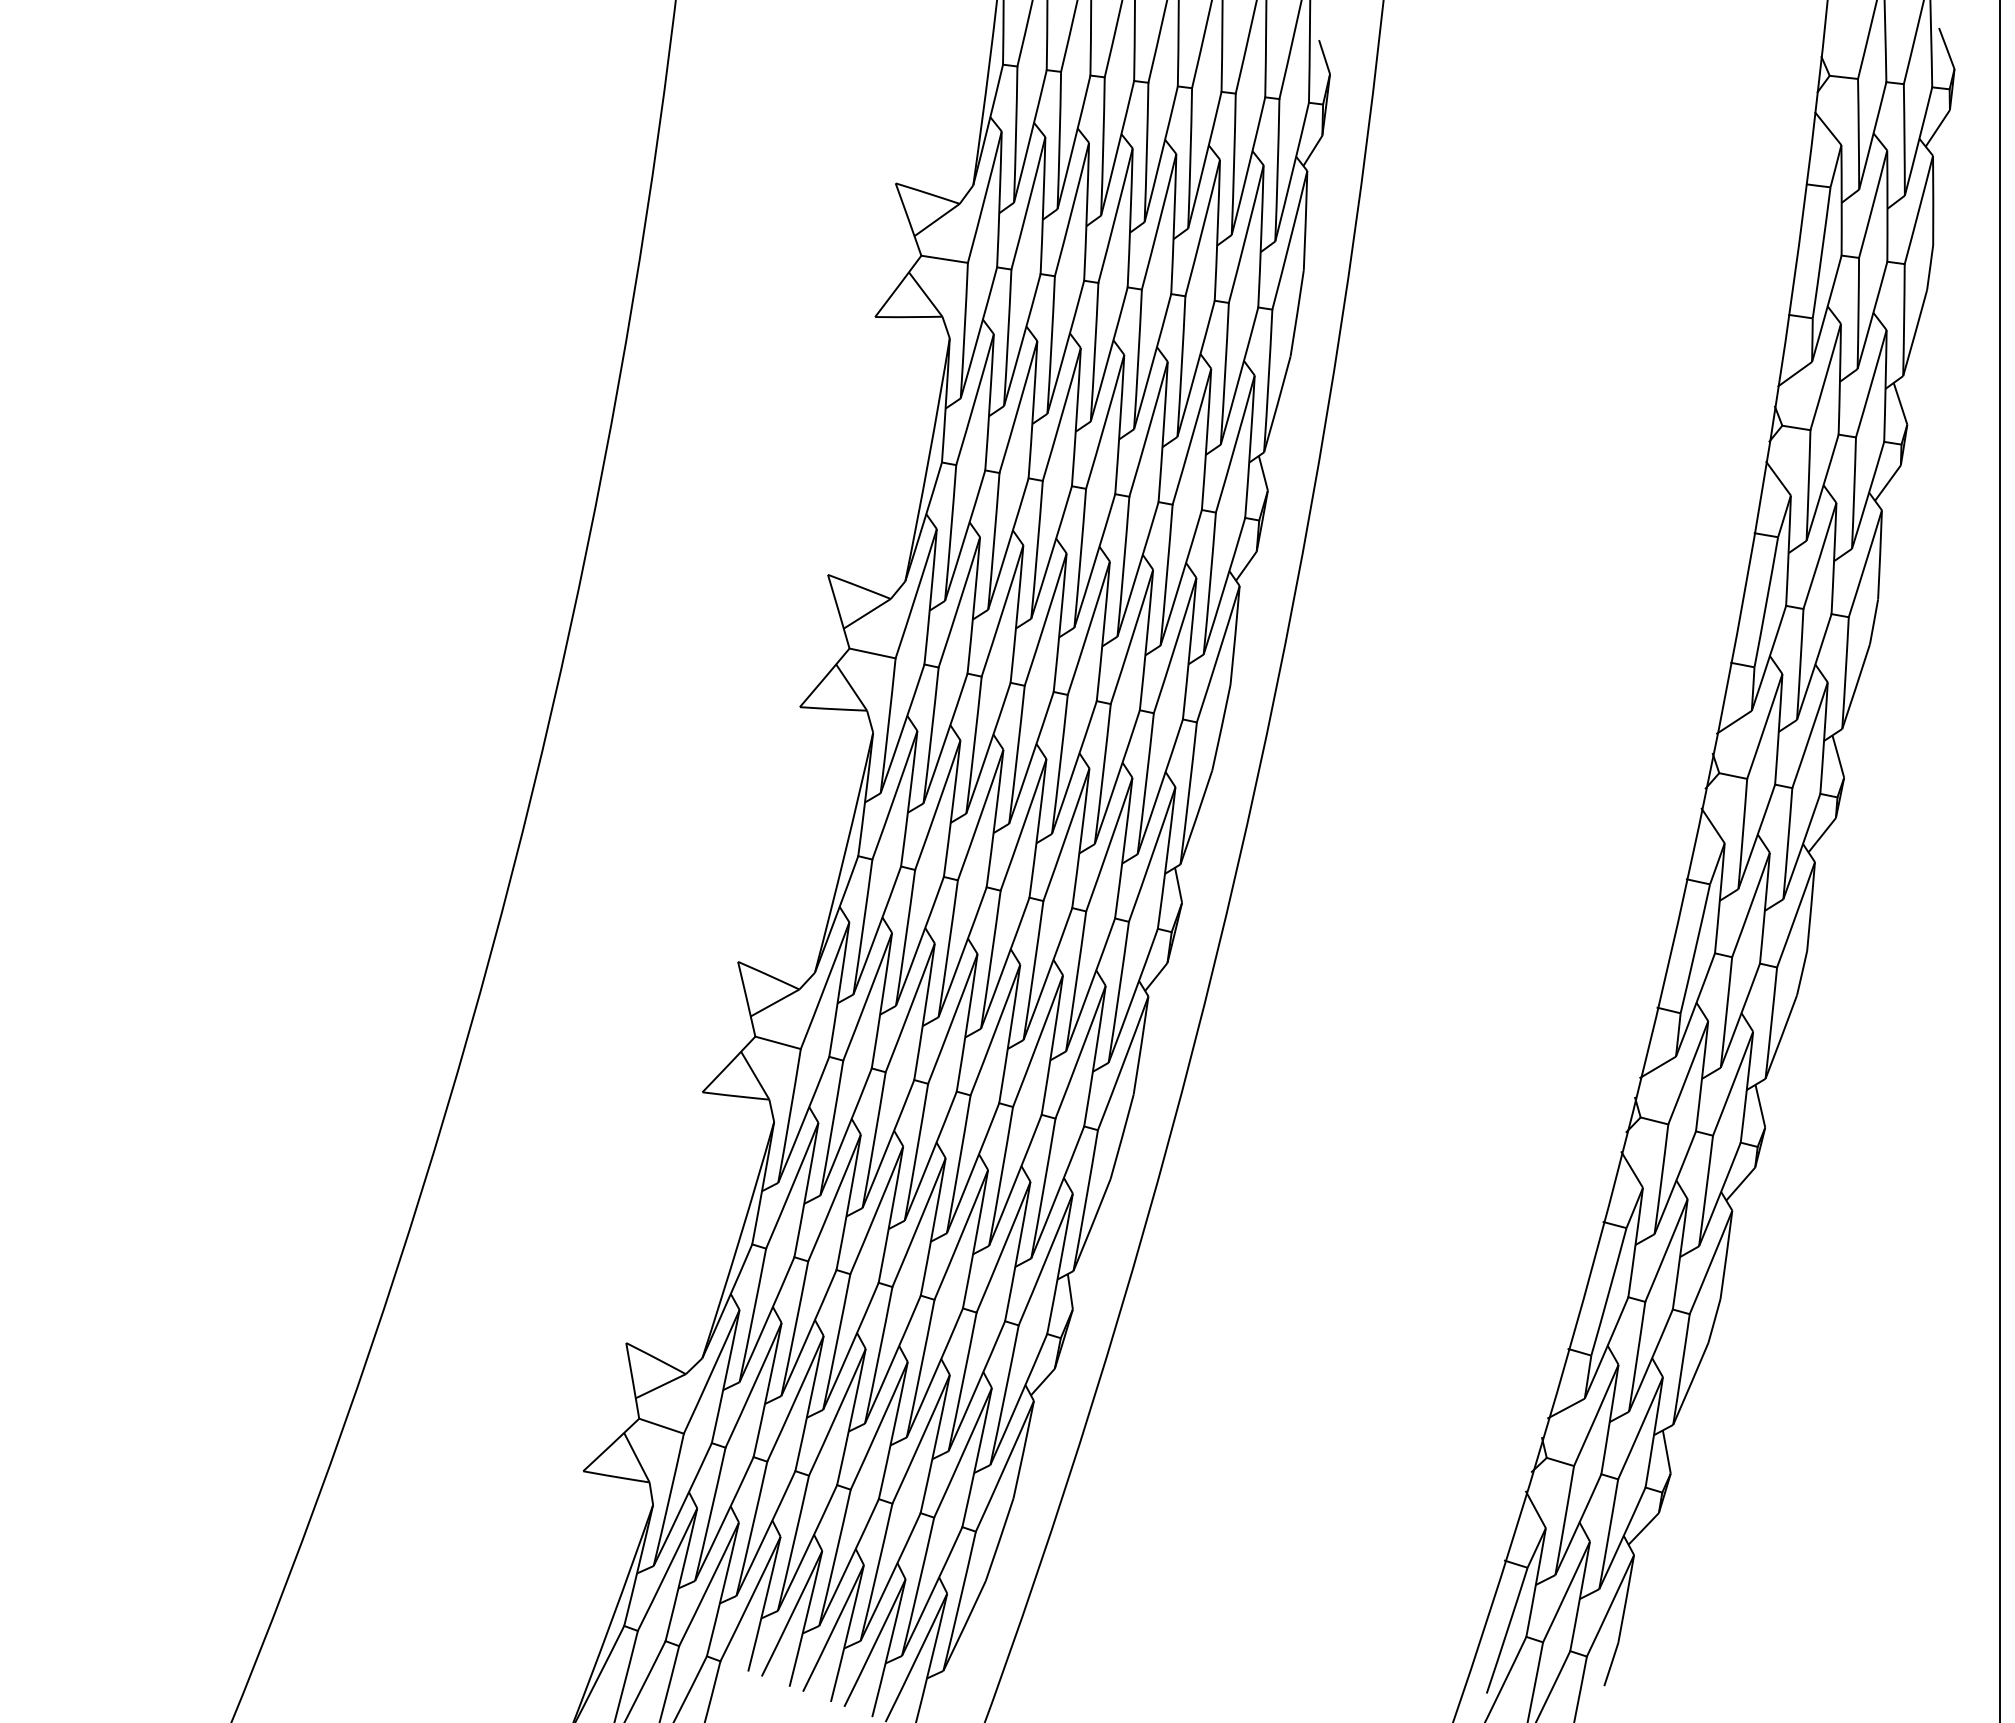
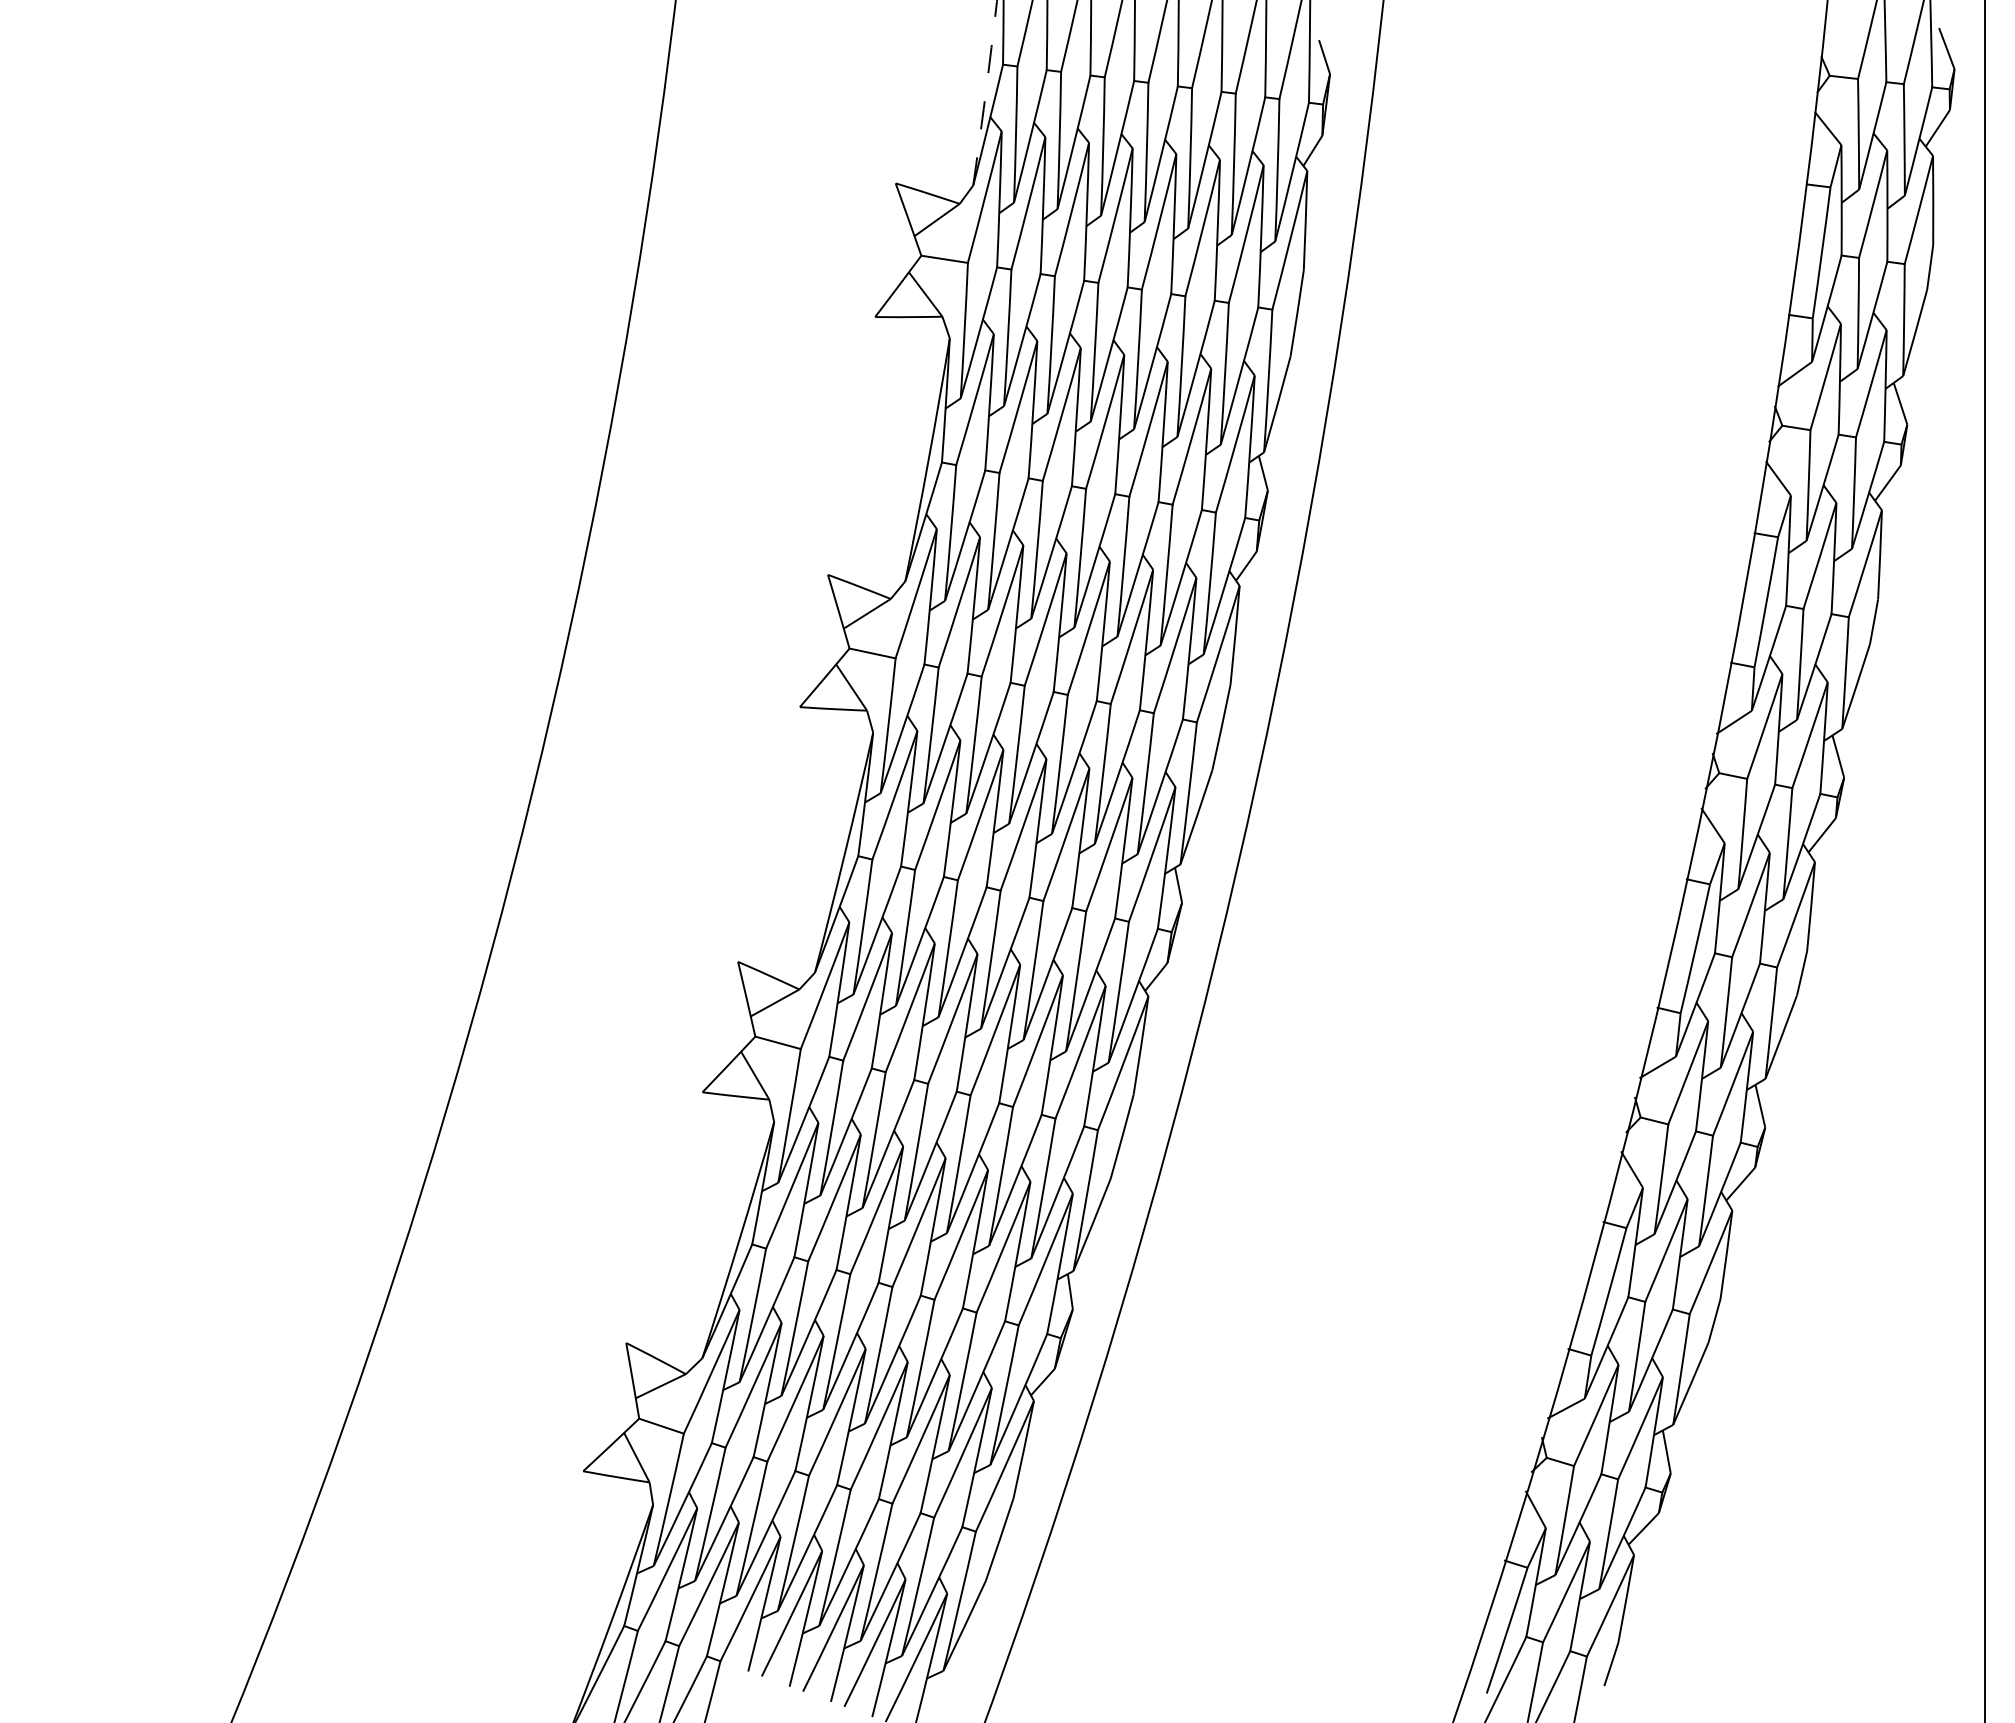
arc at (985, 92): solid -> dashed
line at (2000, 860) position: (2000, 860) -> (1985, 860)
